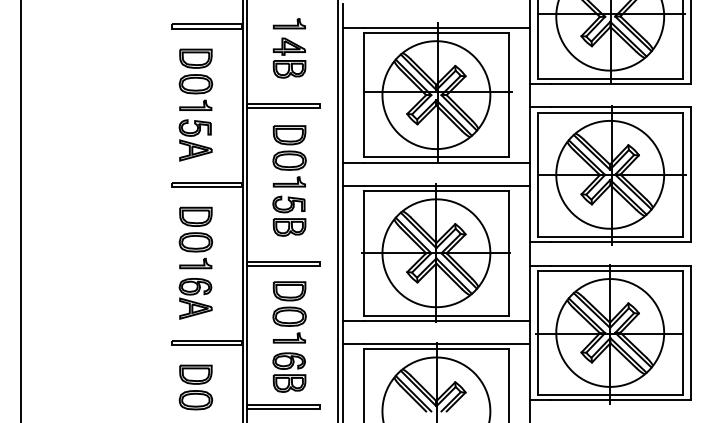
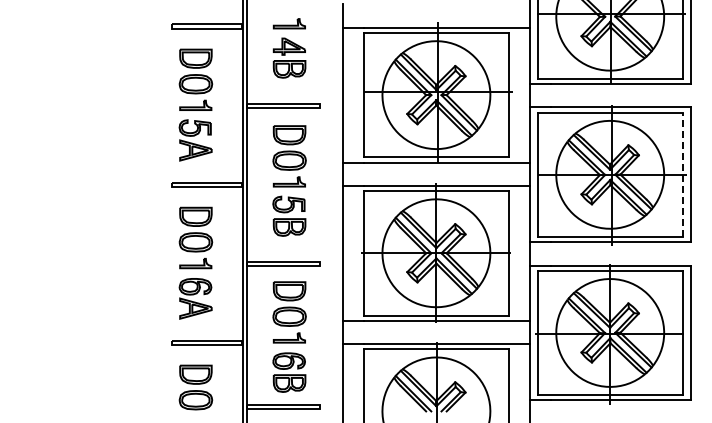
line at (682, 174): solid -> dashed
line at (21, 210): present -> none
line at (337, 210): present -> none
